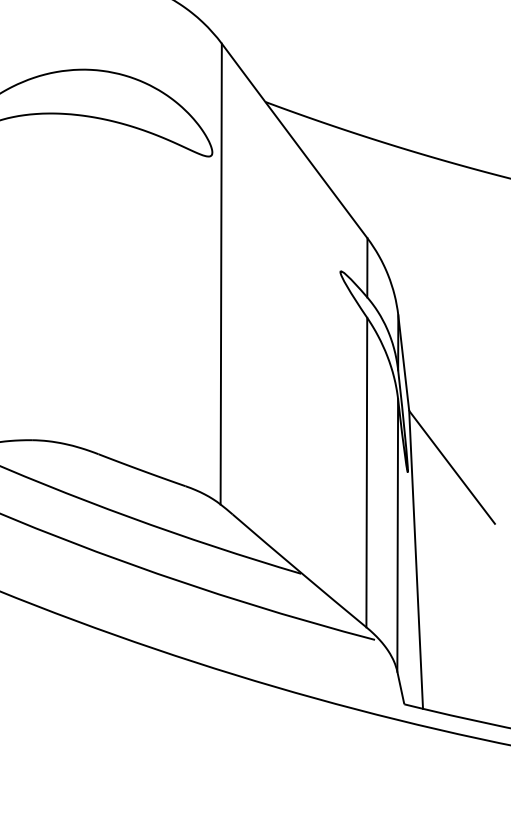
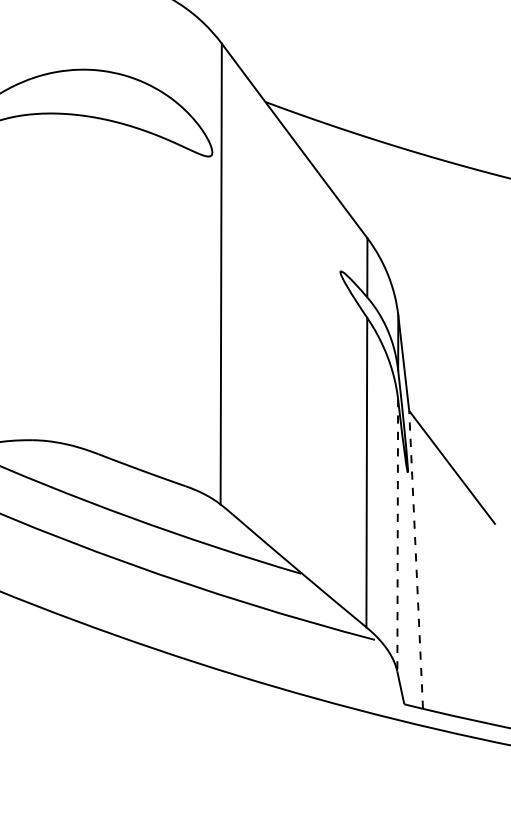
line at (397, 535): solid -> dashed
line at (416, 559): solid -> dashed
